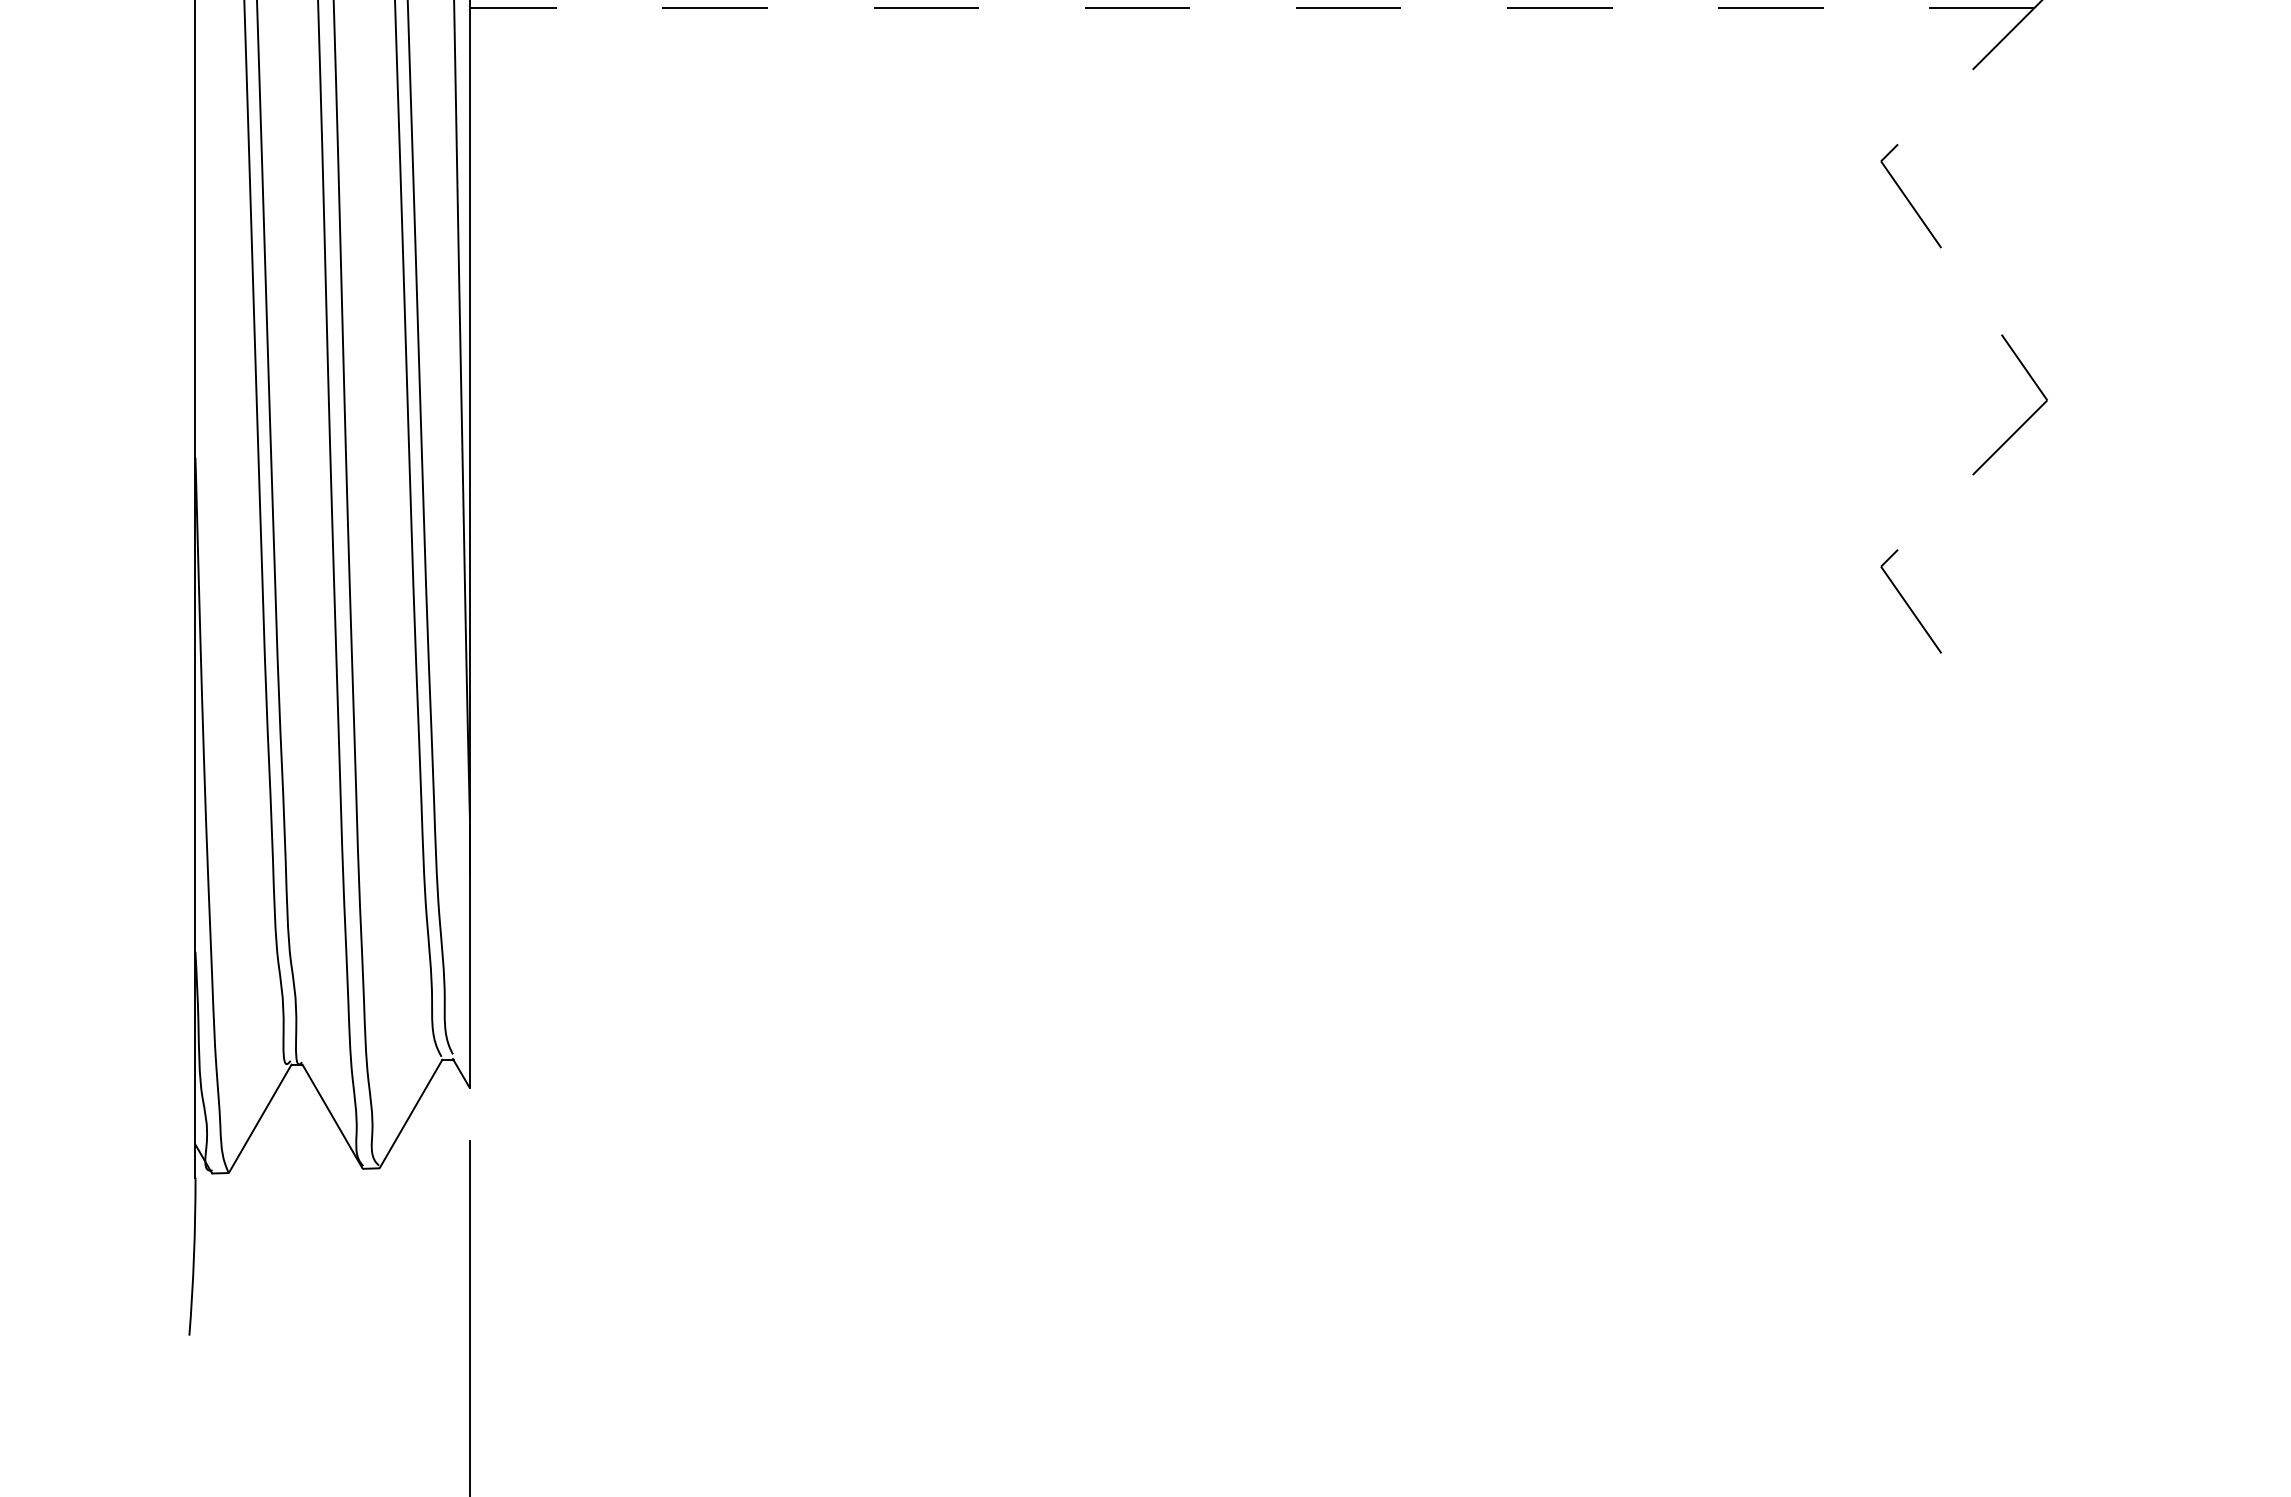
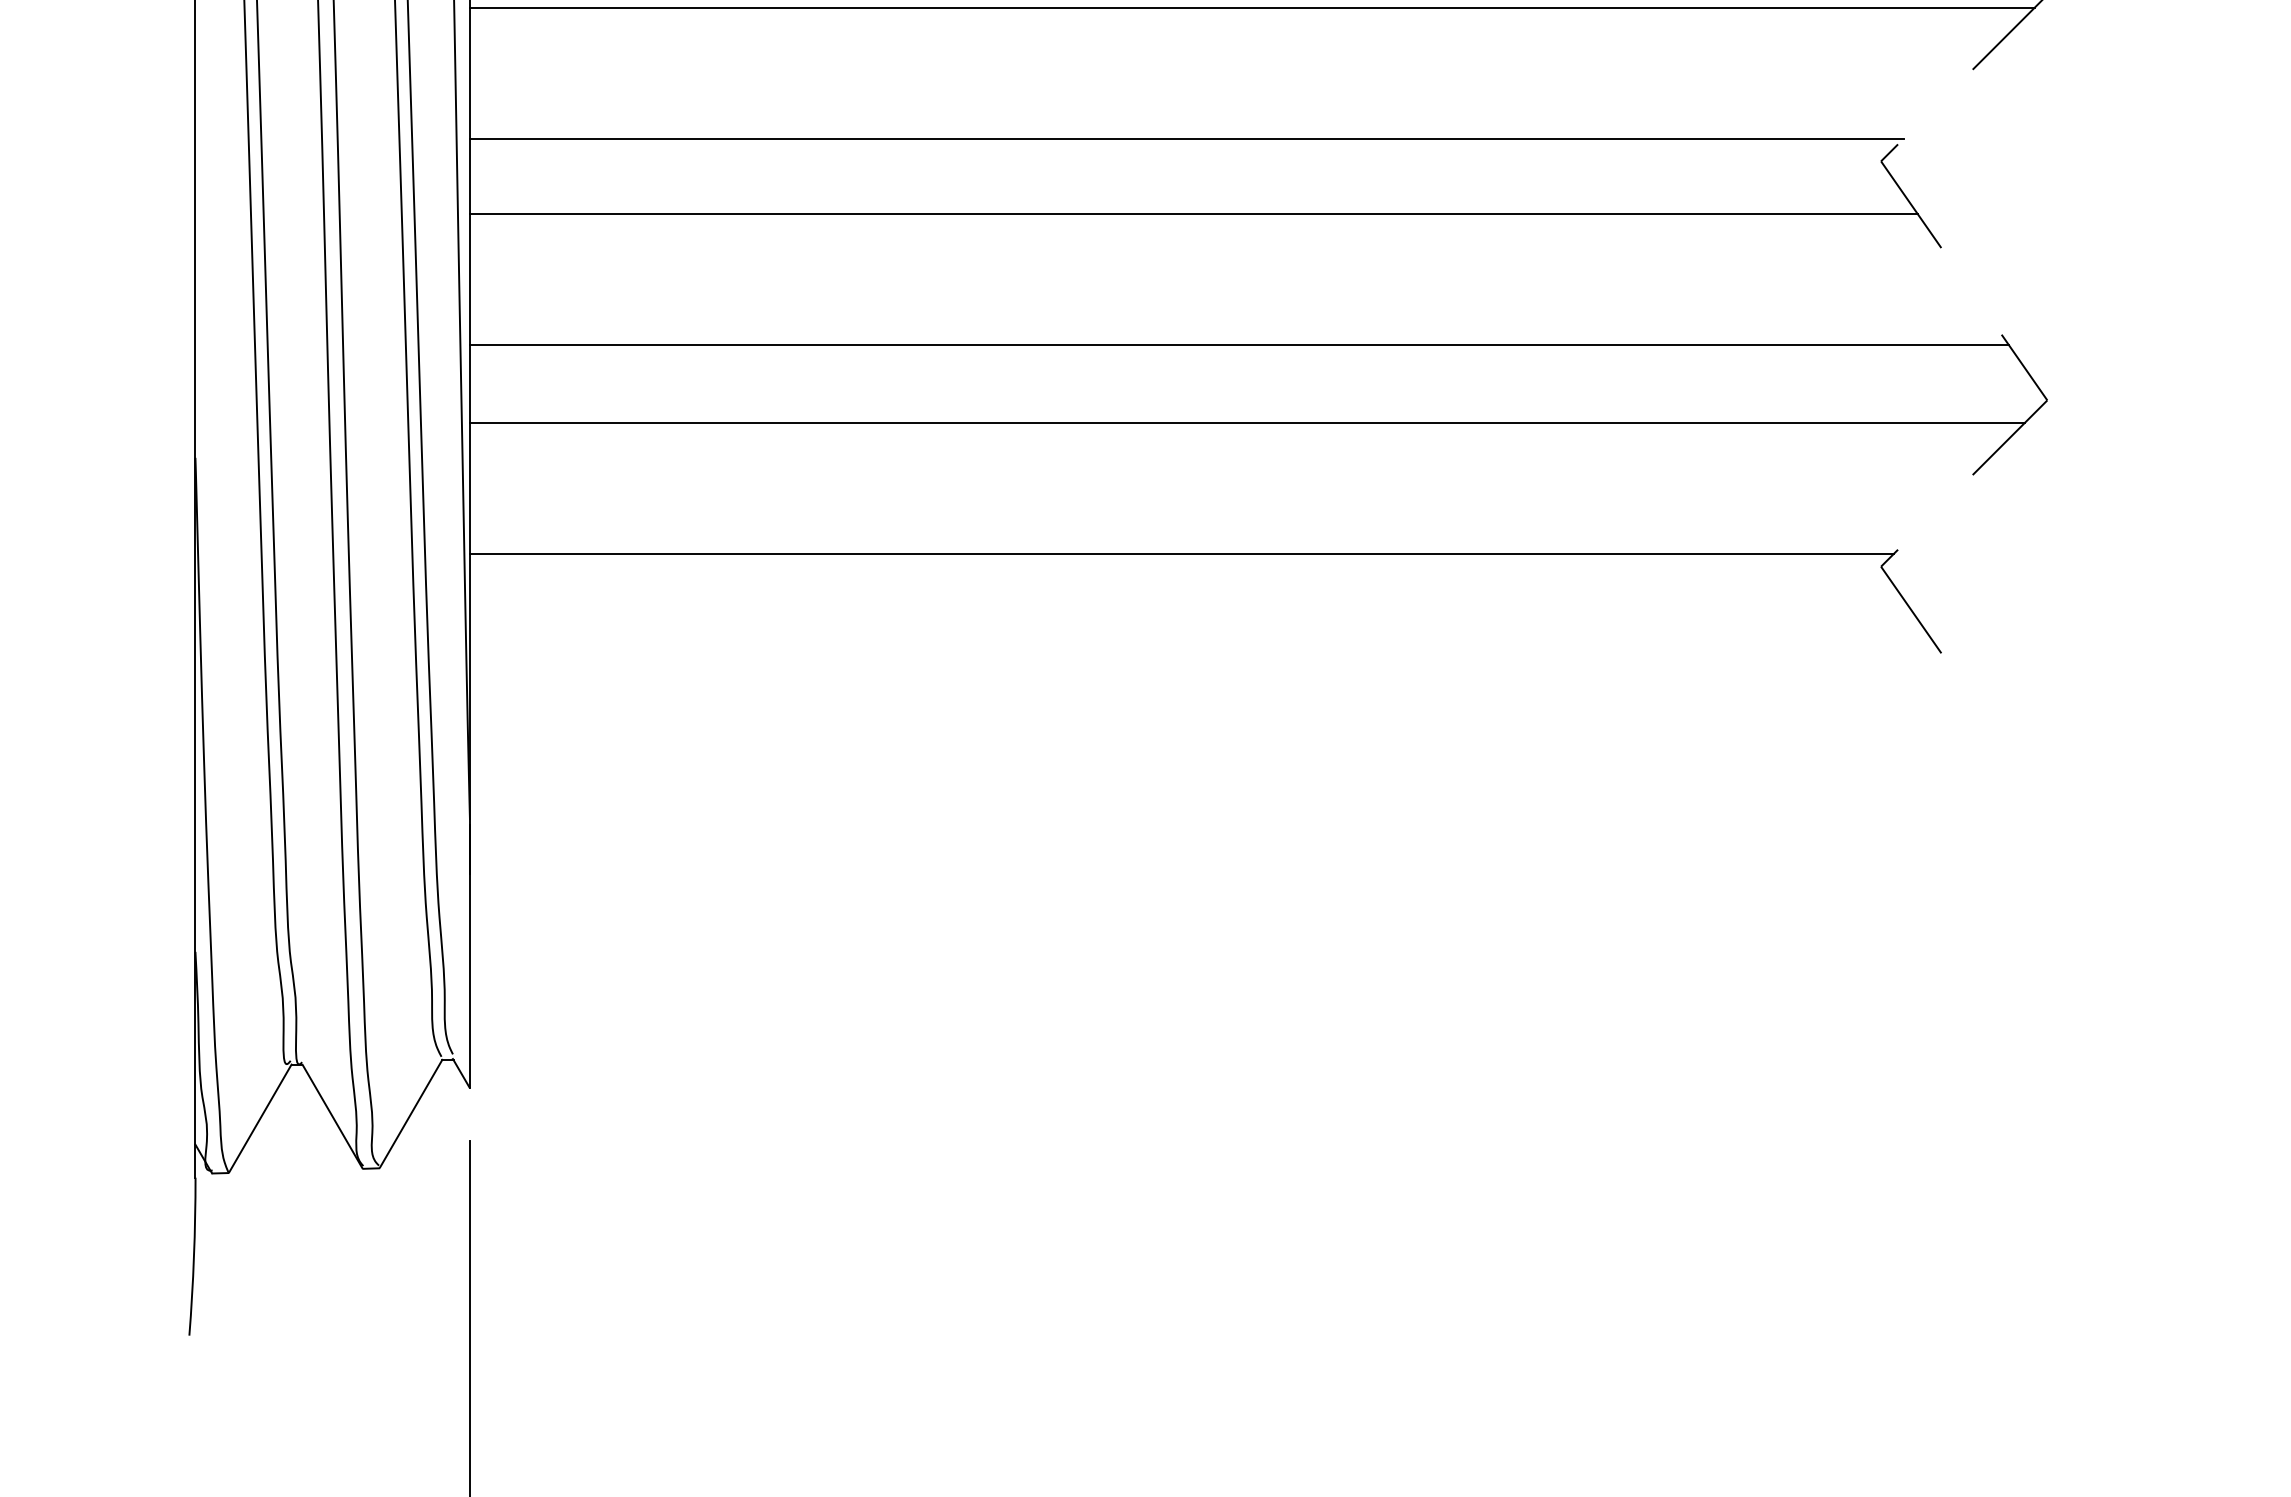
line at (1251, 7): dashed -> solid
line at (1186, 138): none -> present
line at (1193, 214): none -> present
line at (1238, 345): none -> present
line at (1246, 423): none -> present
line at (1181, 554): none -> present
